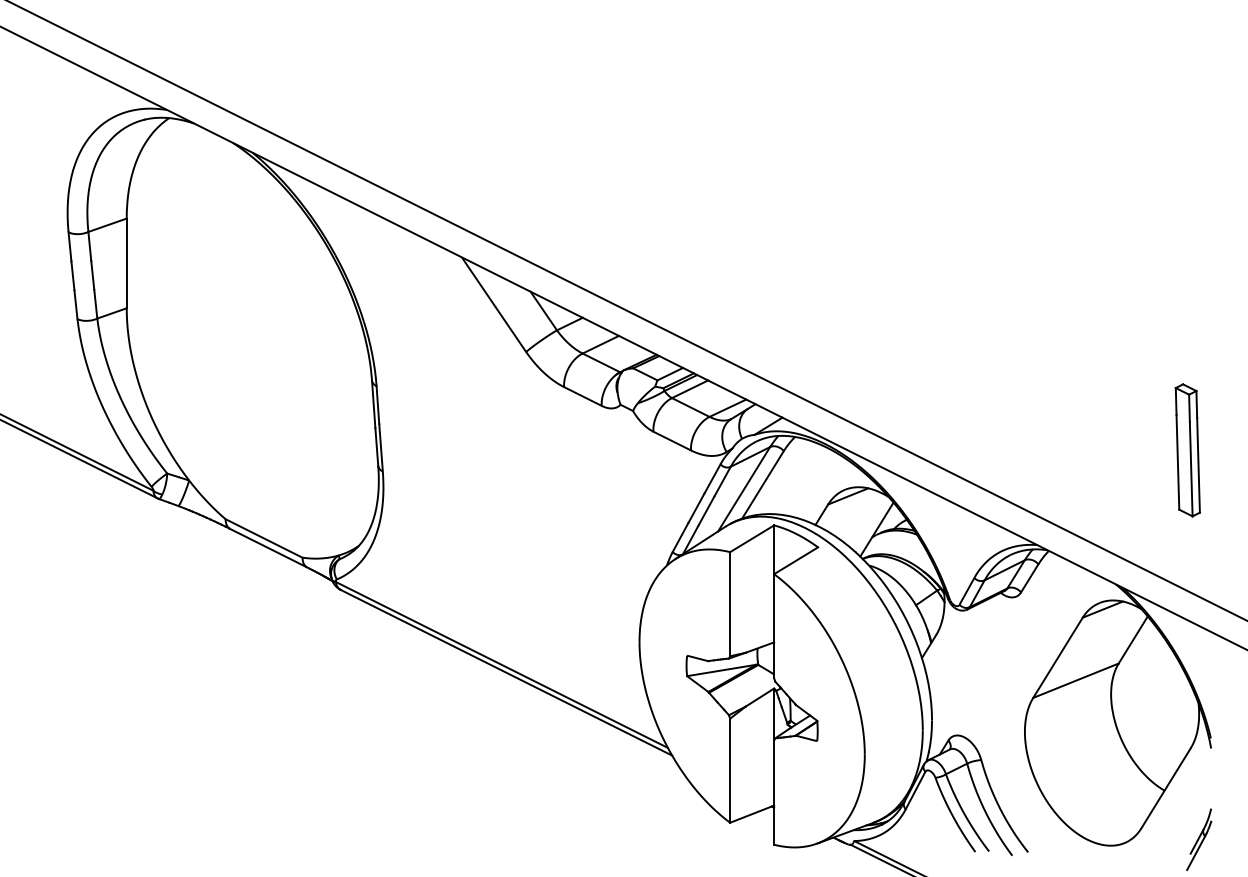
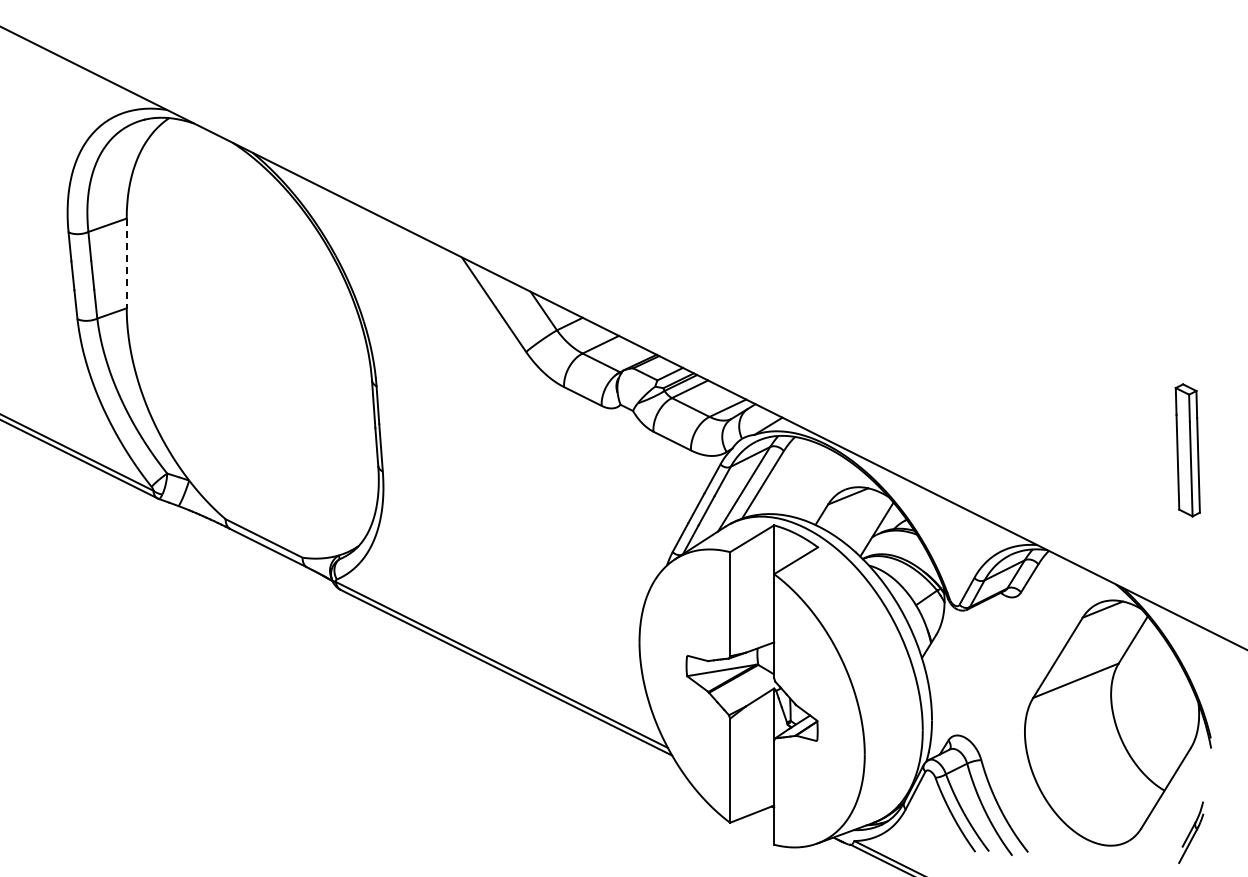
line at (126, 263): solid -> dashed
line at (626, 310): present -> none
part at (1199, 839) position: (1199, 839) -> (1191, 832)
